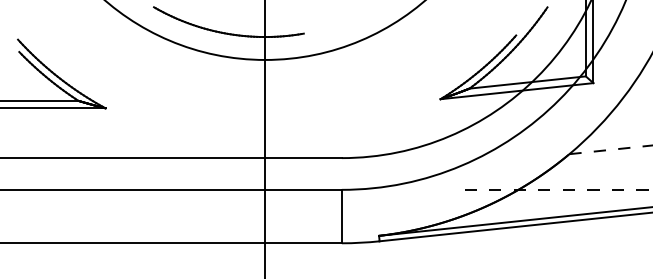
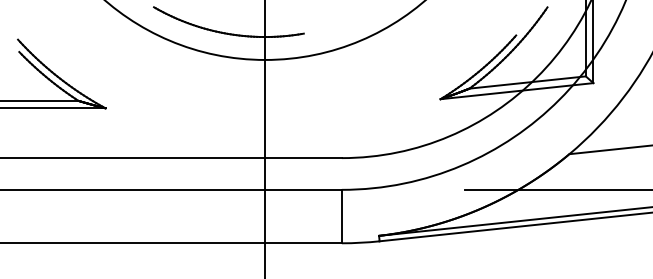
line at (611, 149): dashed -> solid
line at (558, 189): dashed -> solid
